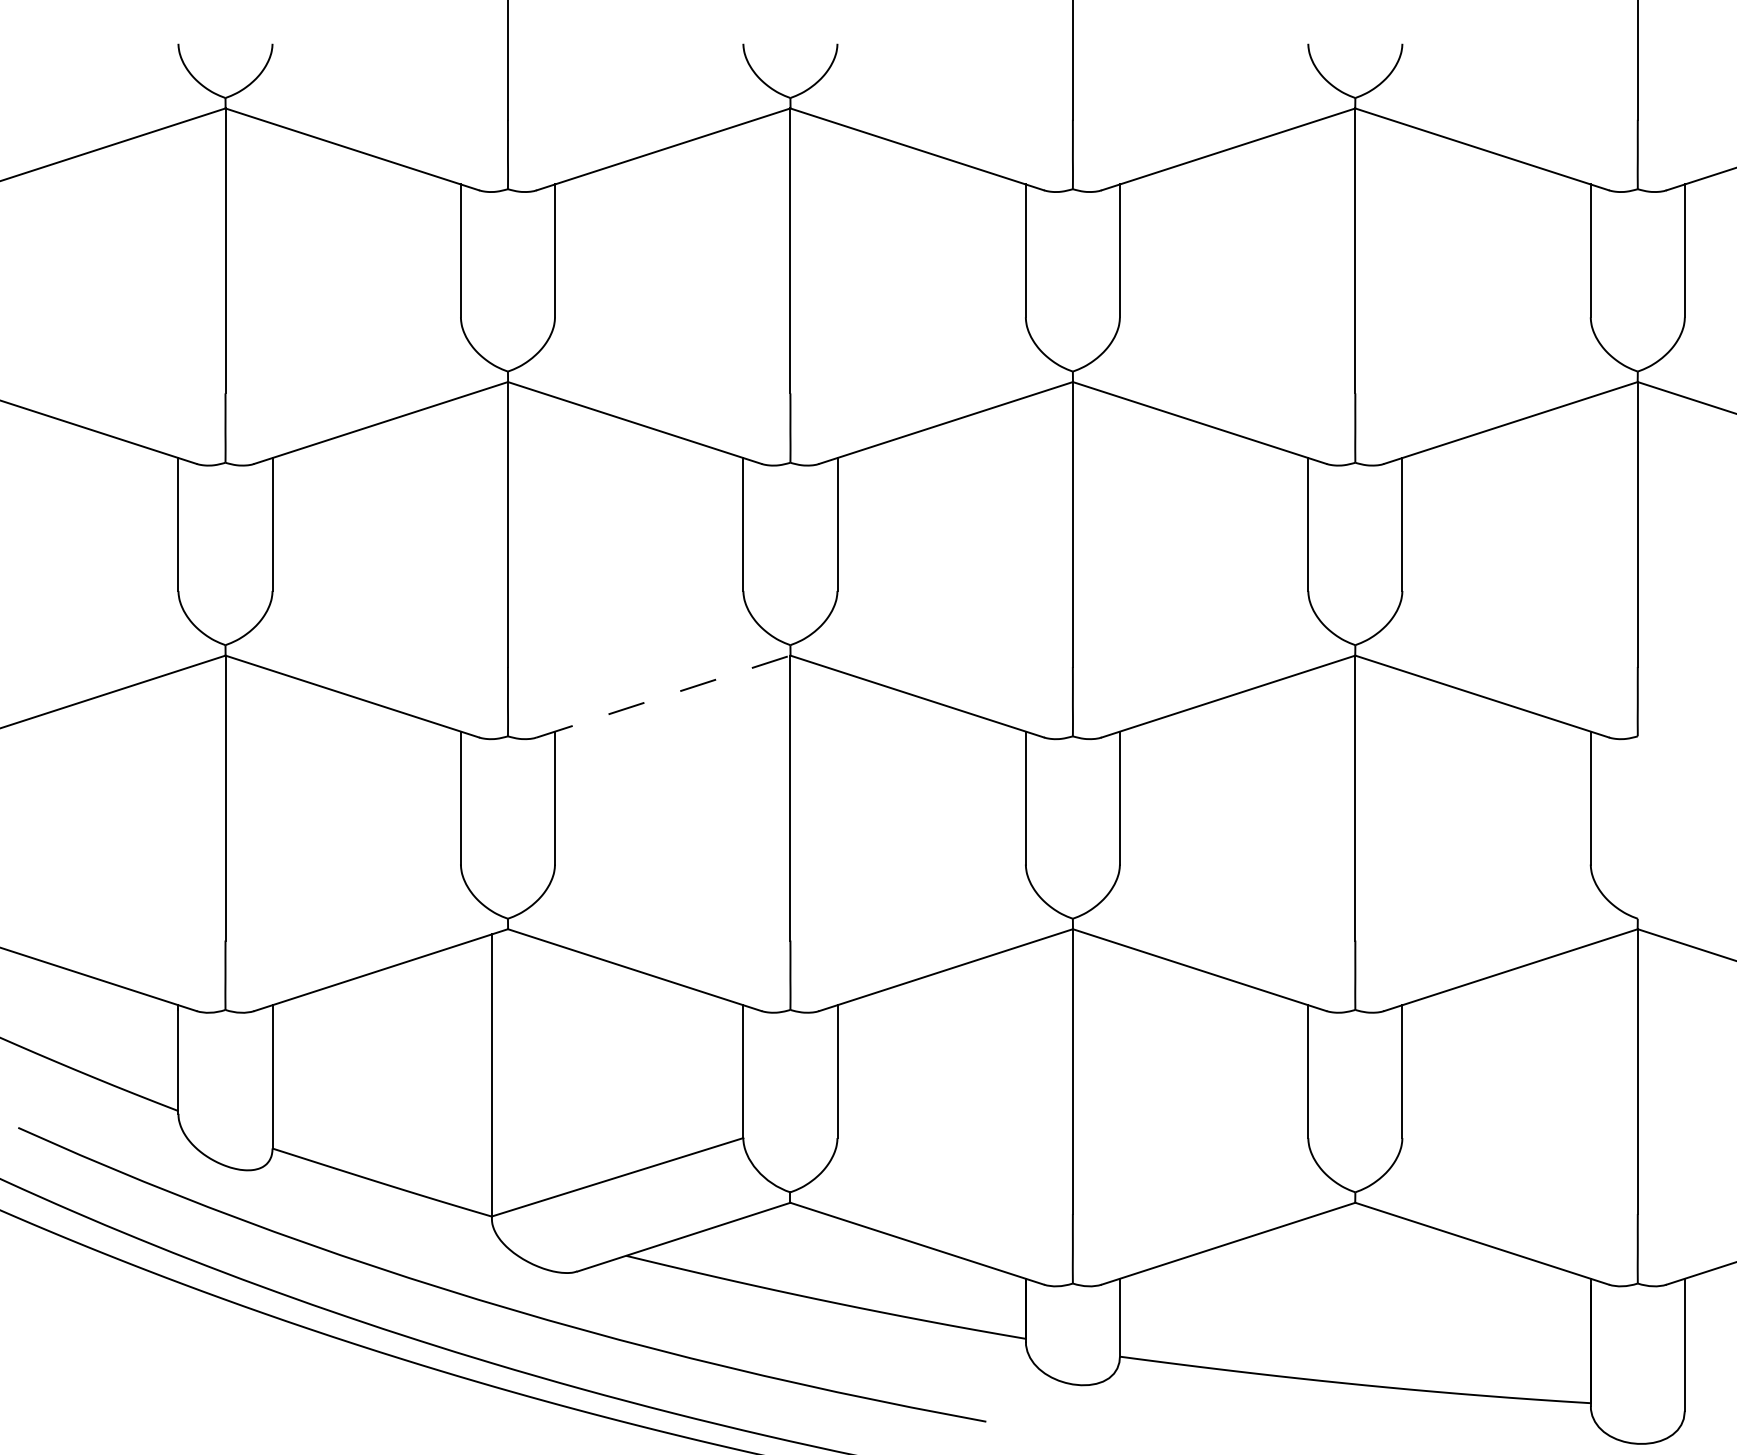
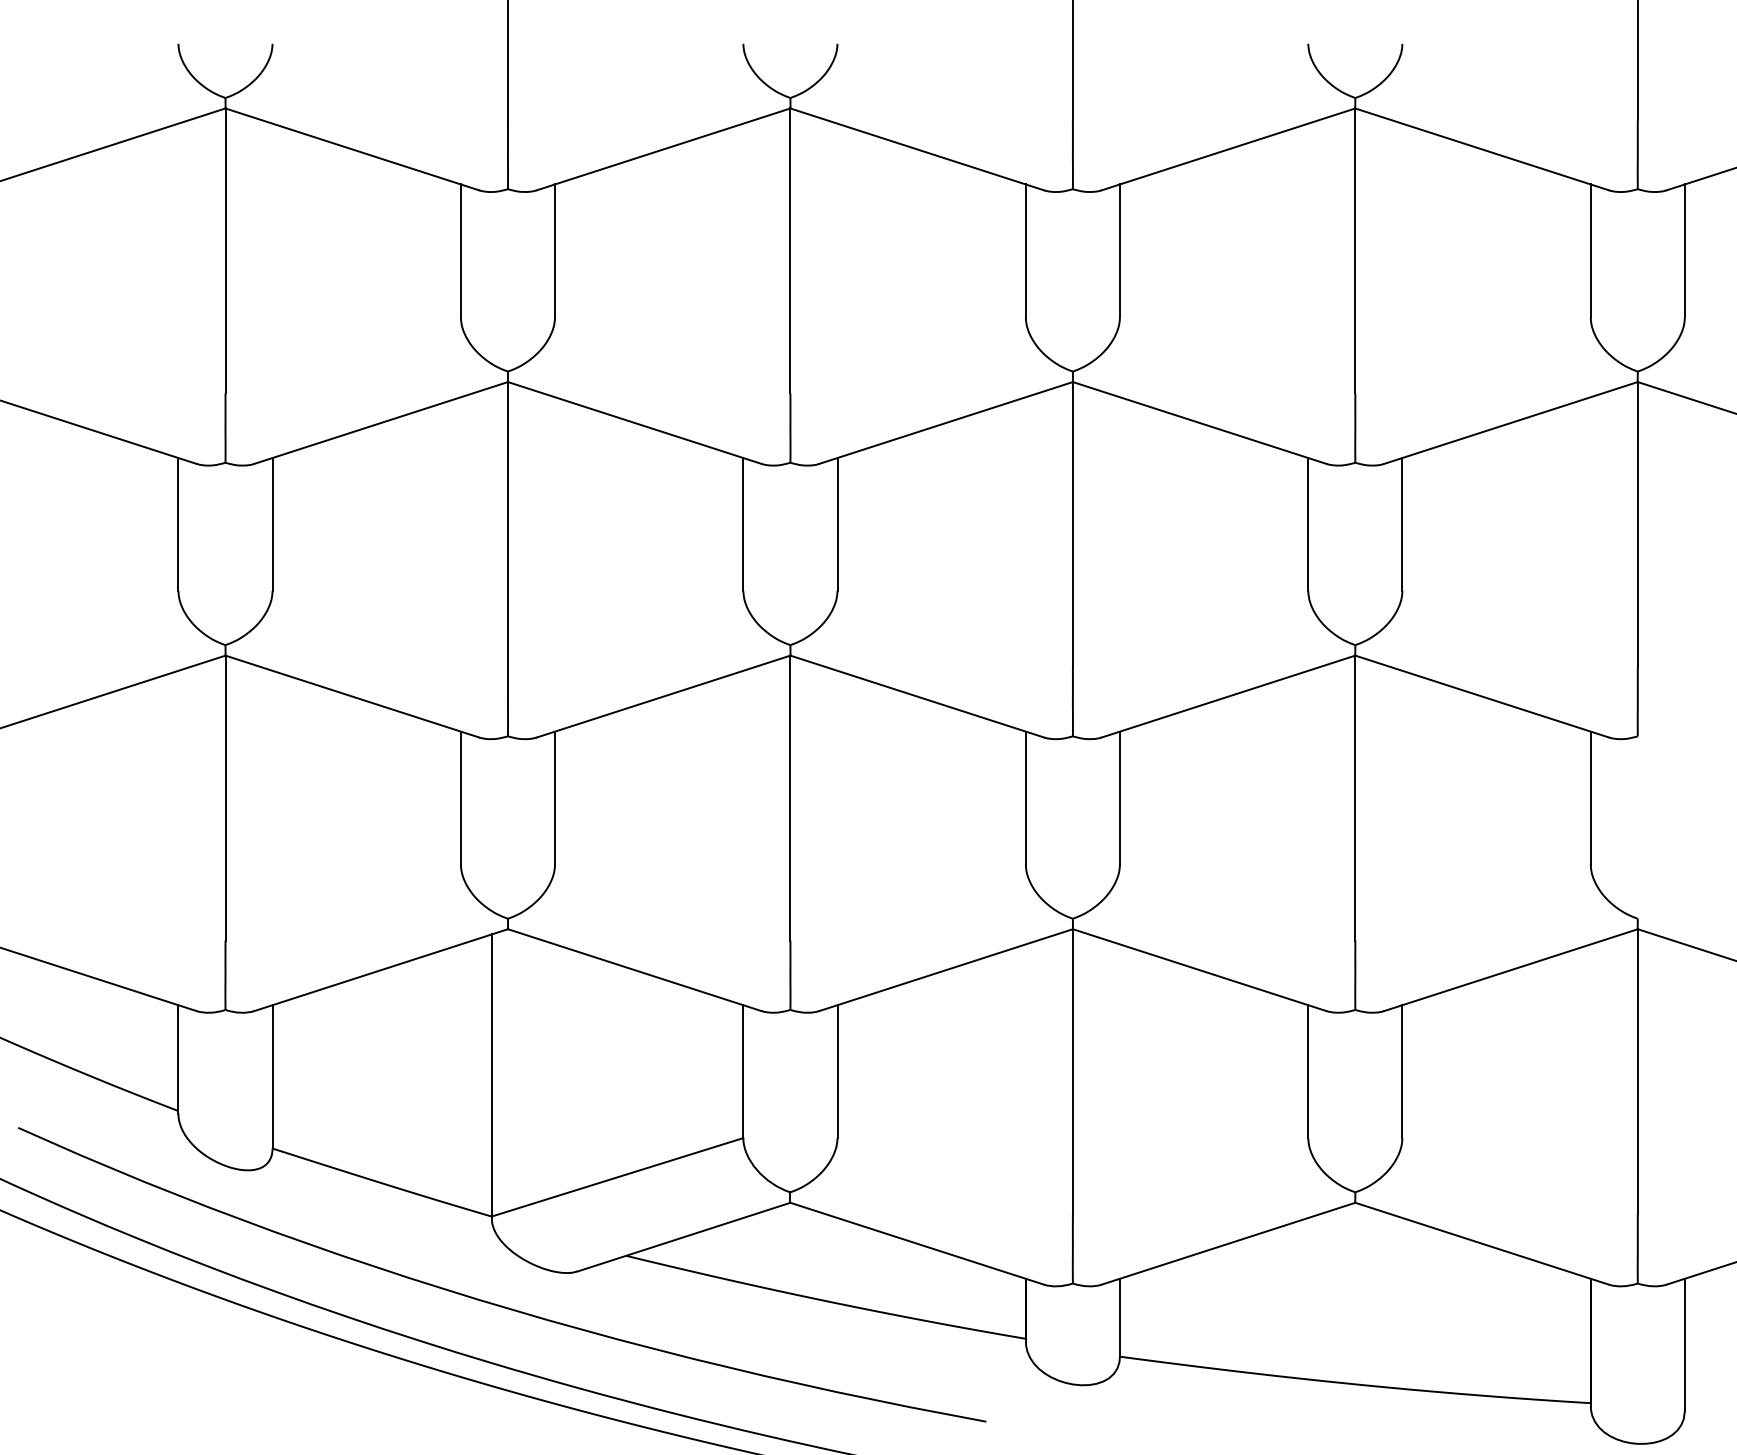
line at (664, 696): dashed -> solid
